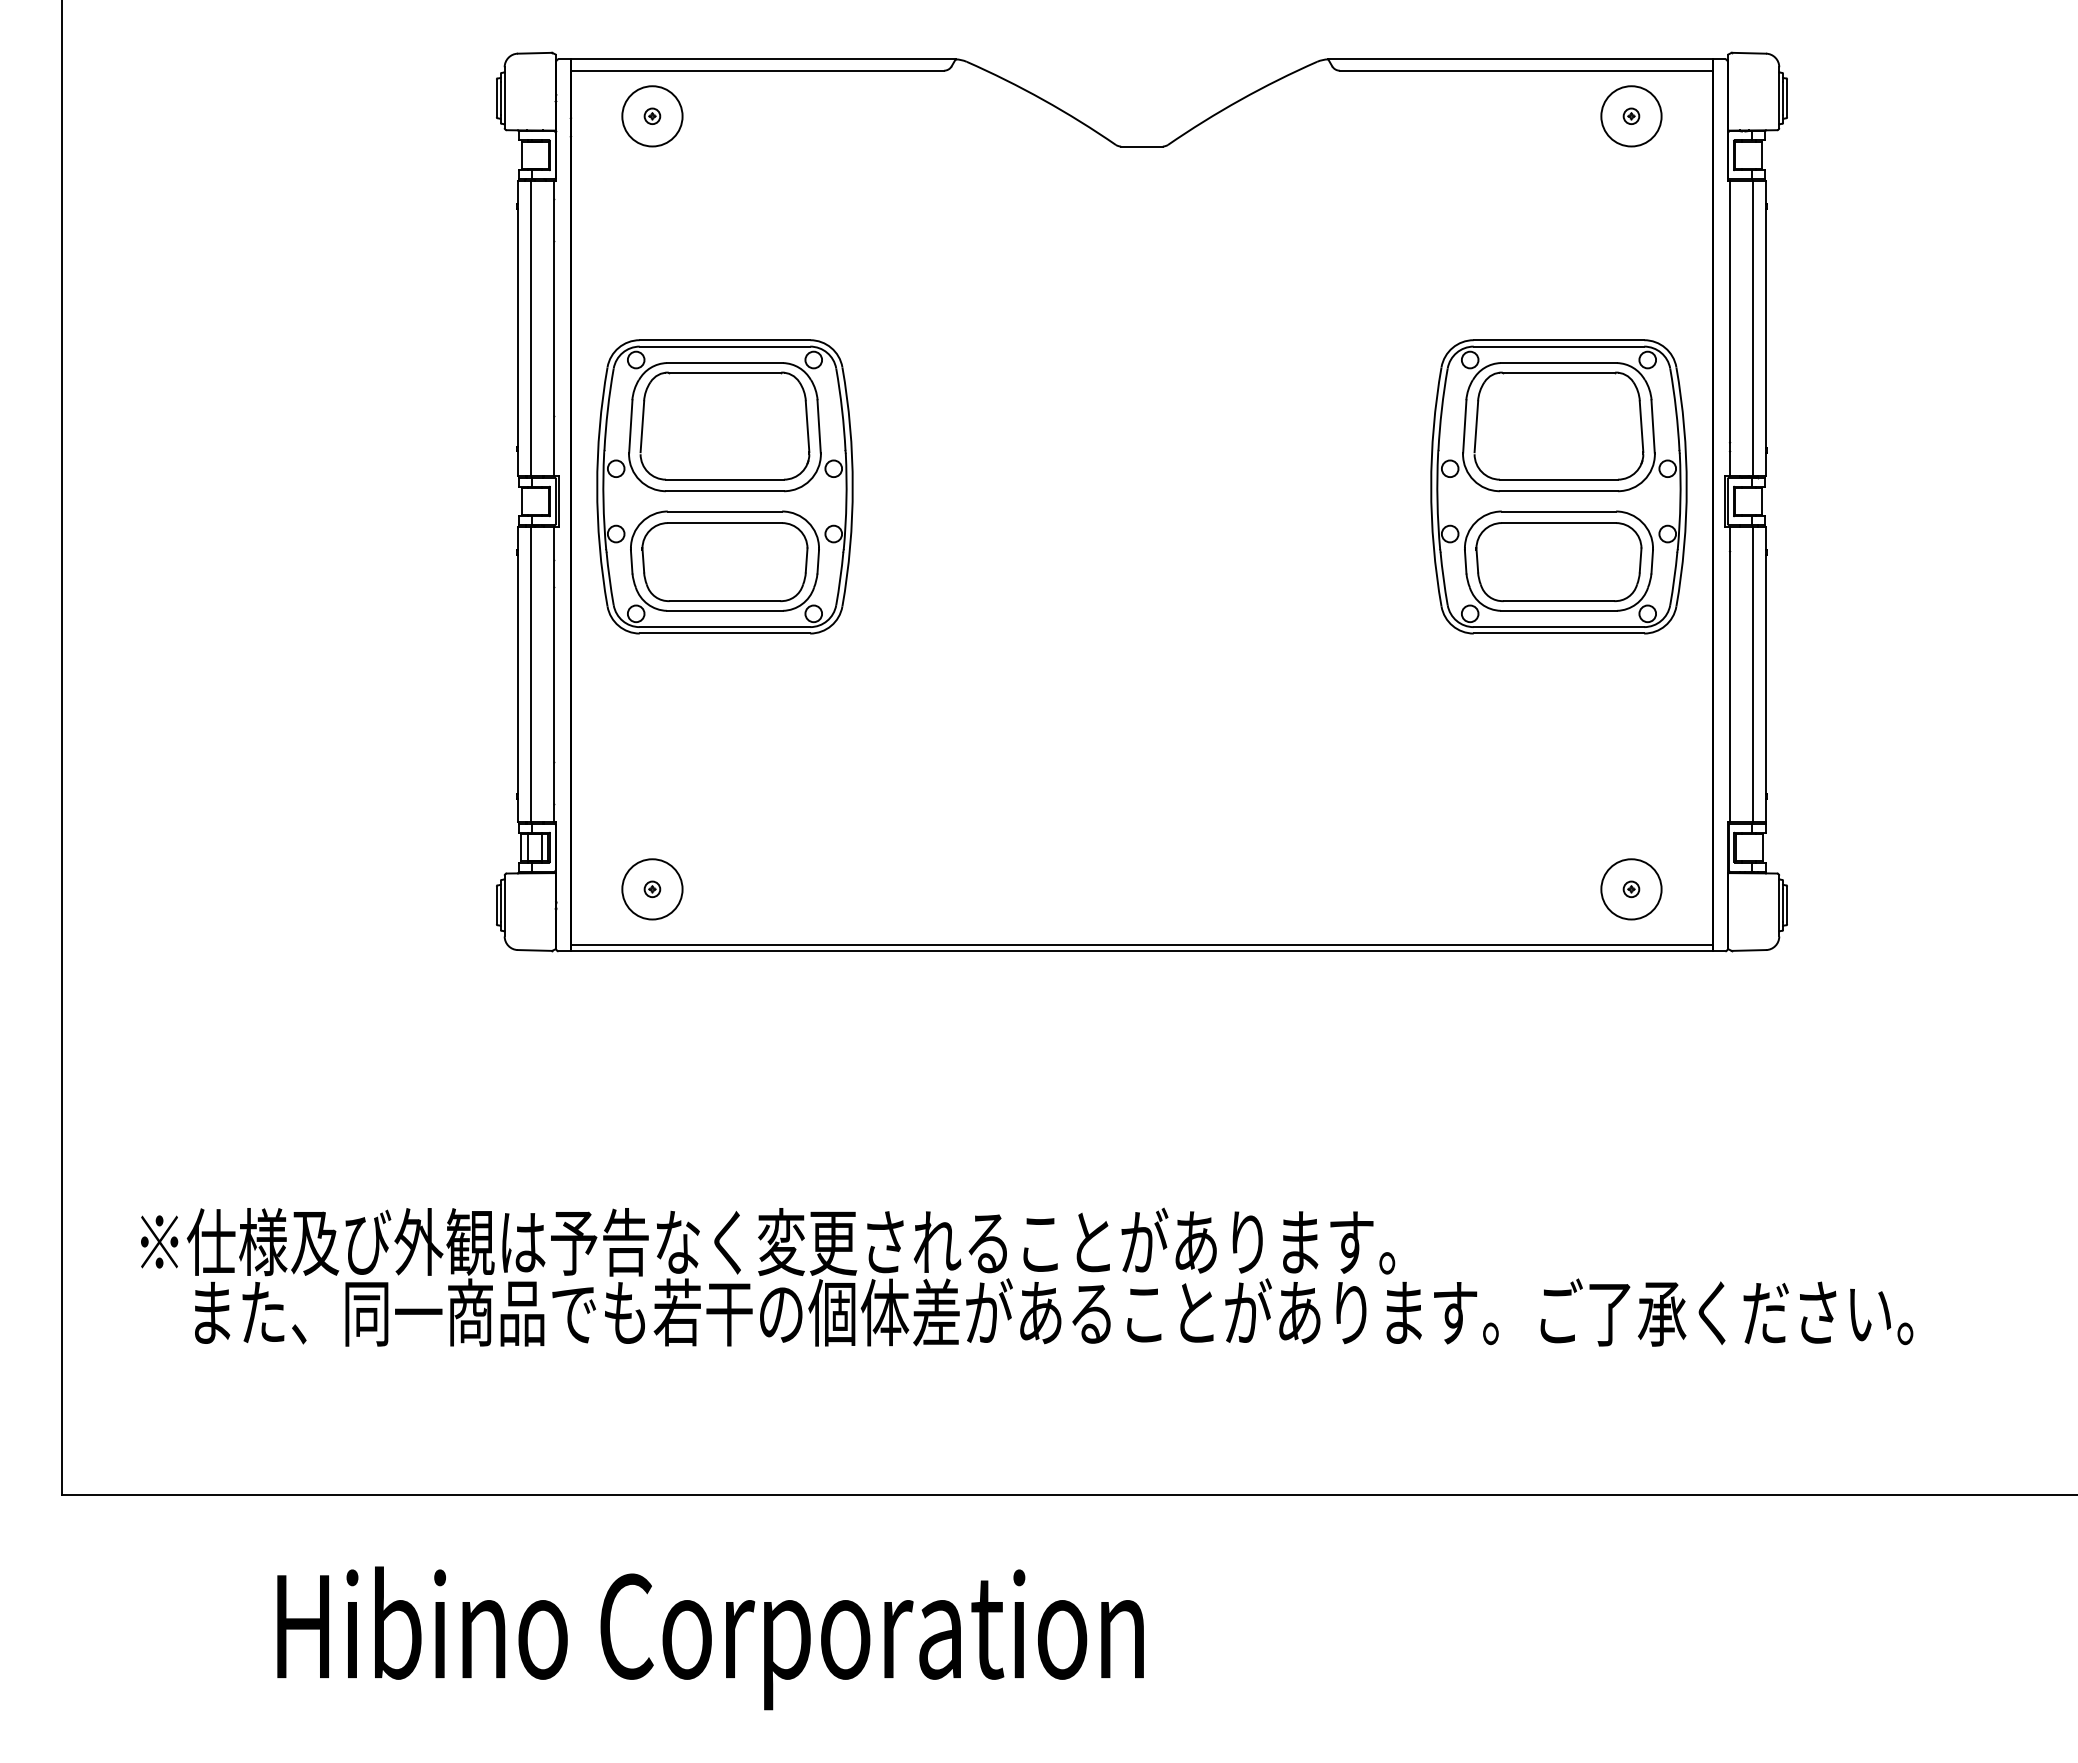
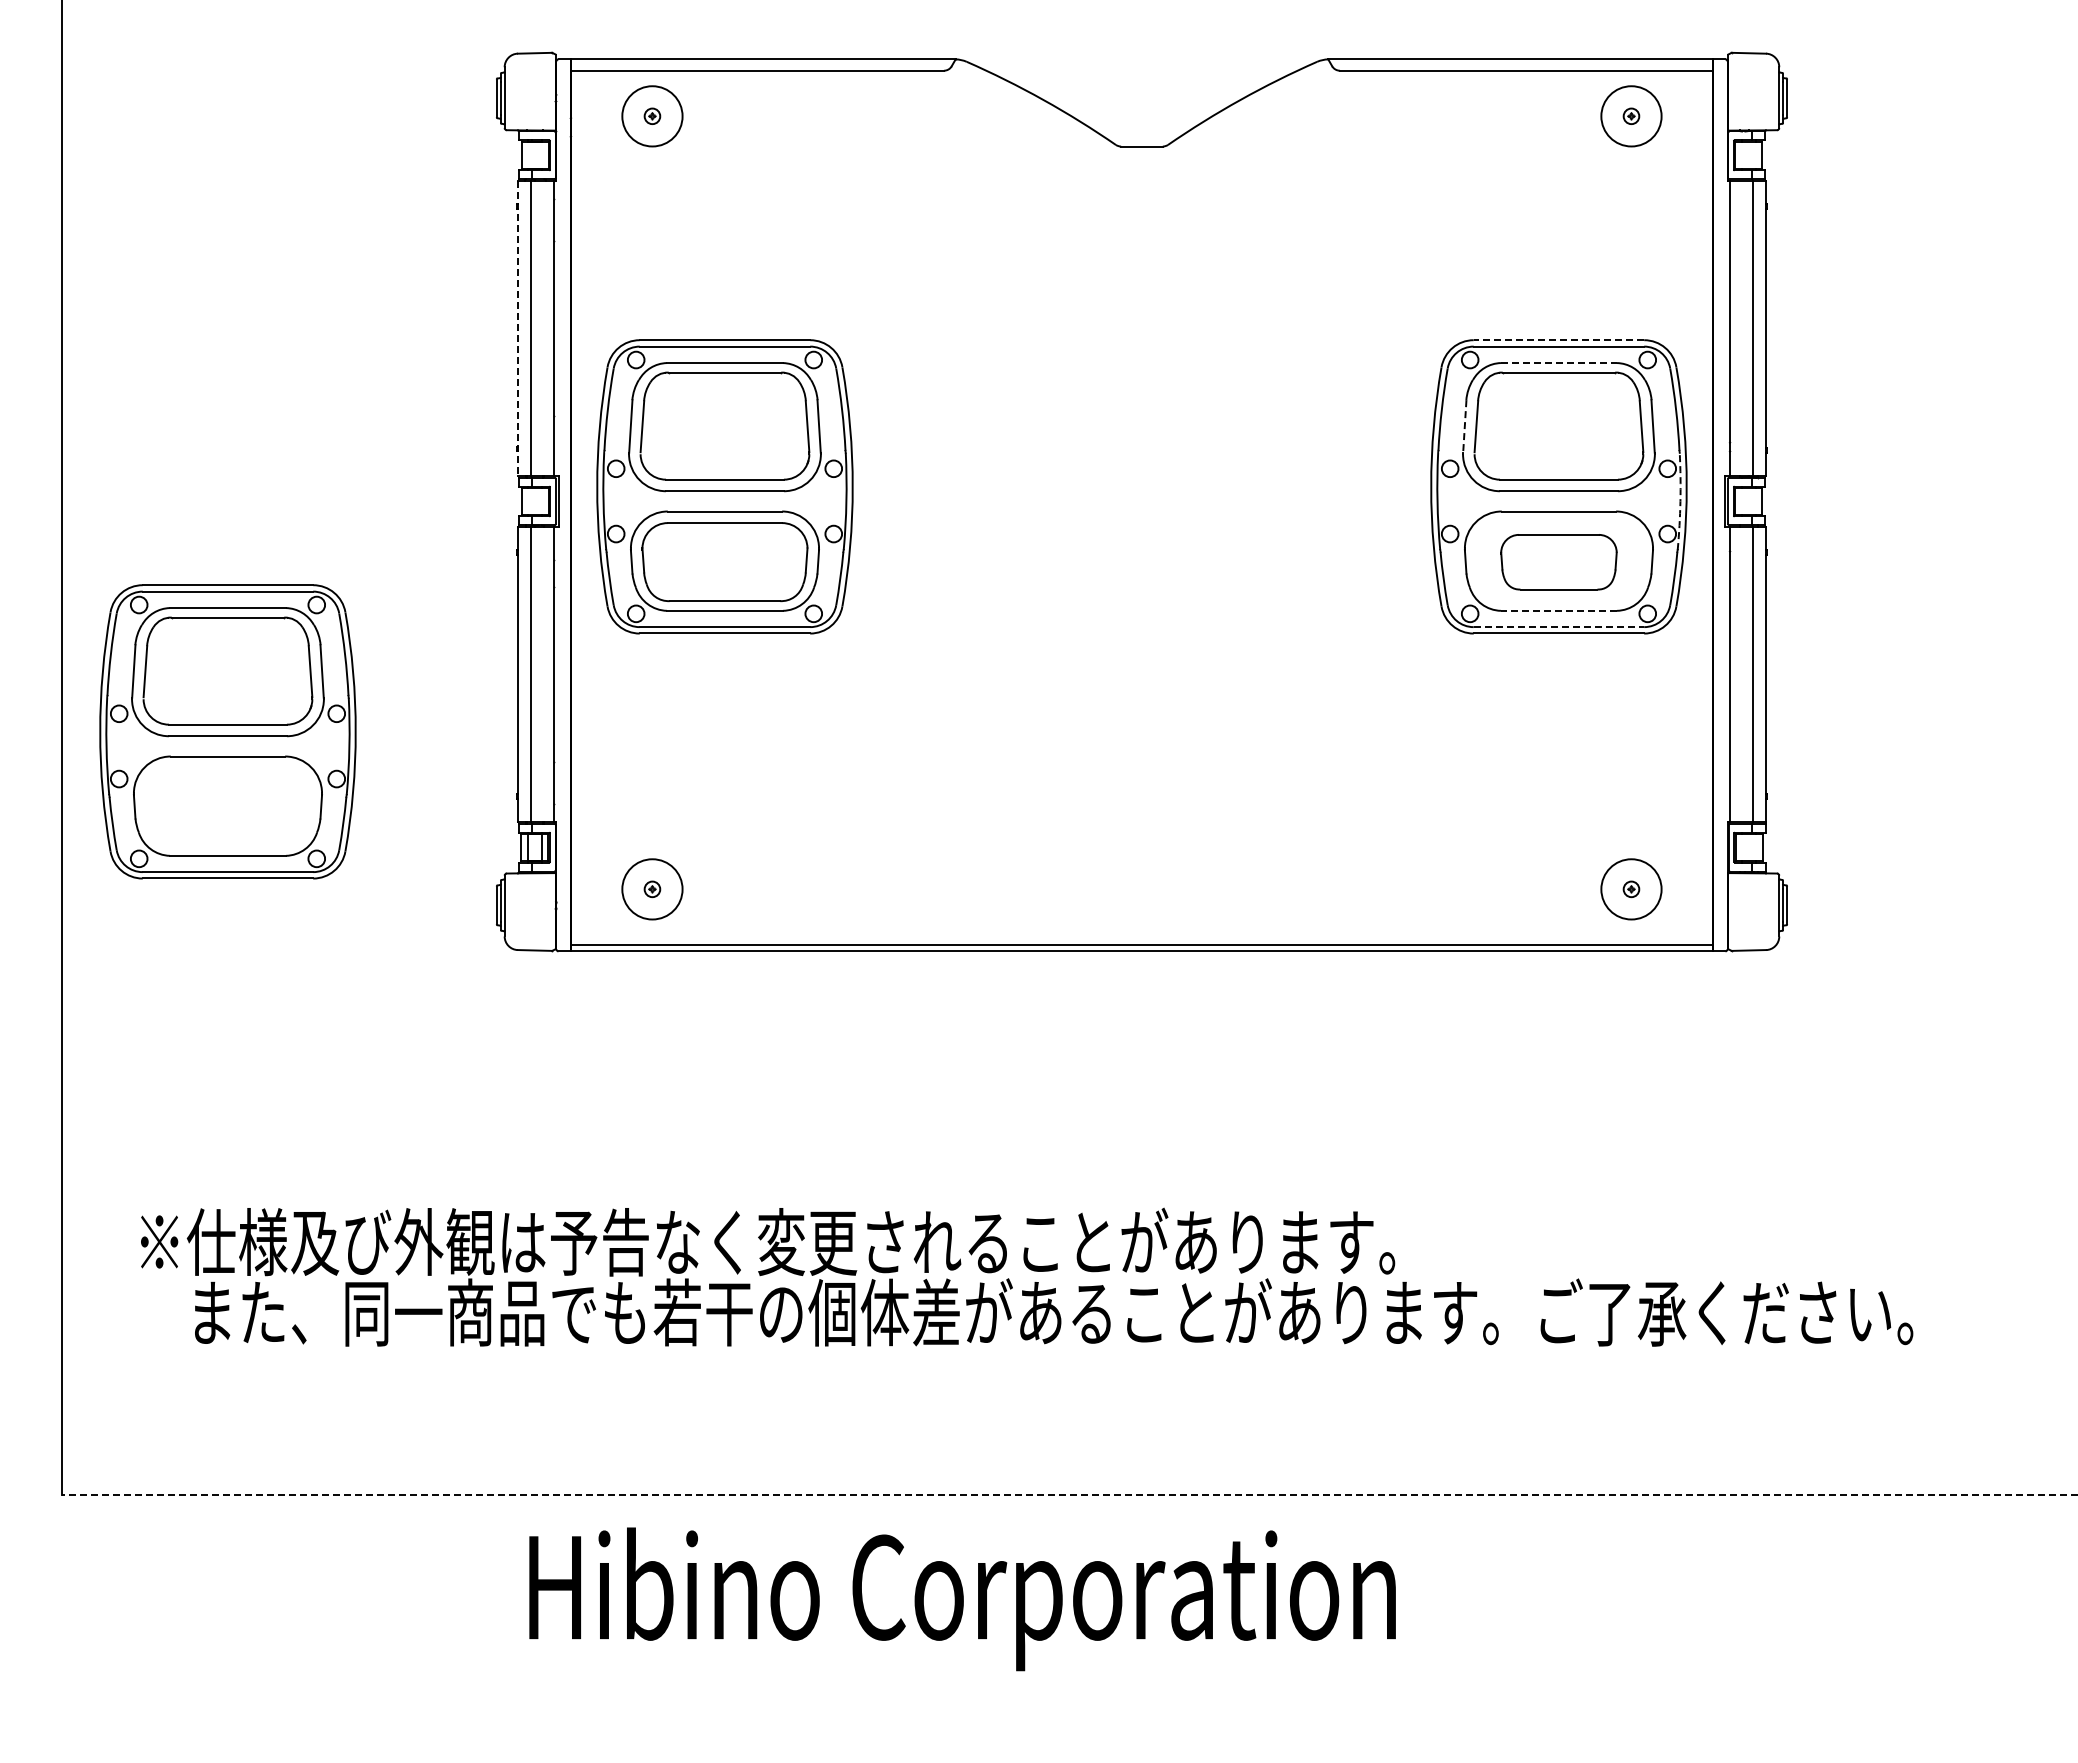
line at (517, 328): solid -> dashed
line at (1558, 340): solid -> dashed
line at (1558, 362): solid -> dashed
line at (1464, 426): solid -> dashed
arc at (1680, 501): solid -> dashed
part at (1558, 562) size: 168x81 px -> 118x57 px
line at (1558, 610): solid -> dashed
line at (1559, 627): solid -> dashed
part at (227, 731): none -> present
line at (1069, 1495): solid -> dashed
text at (710, 1638) position: (710, 1638) -> (962, 1599)
